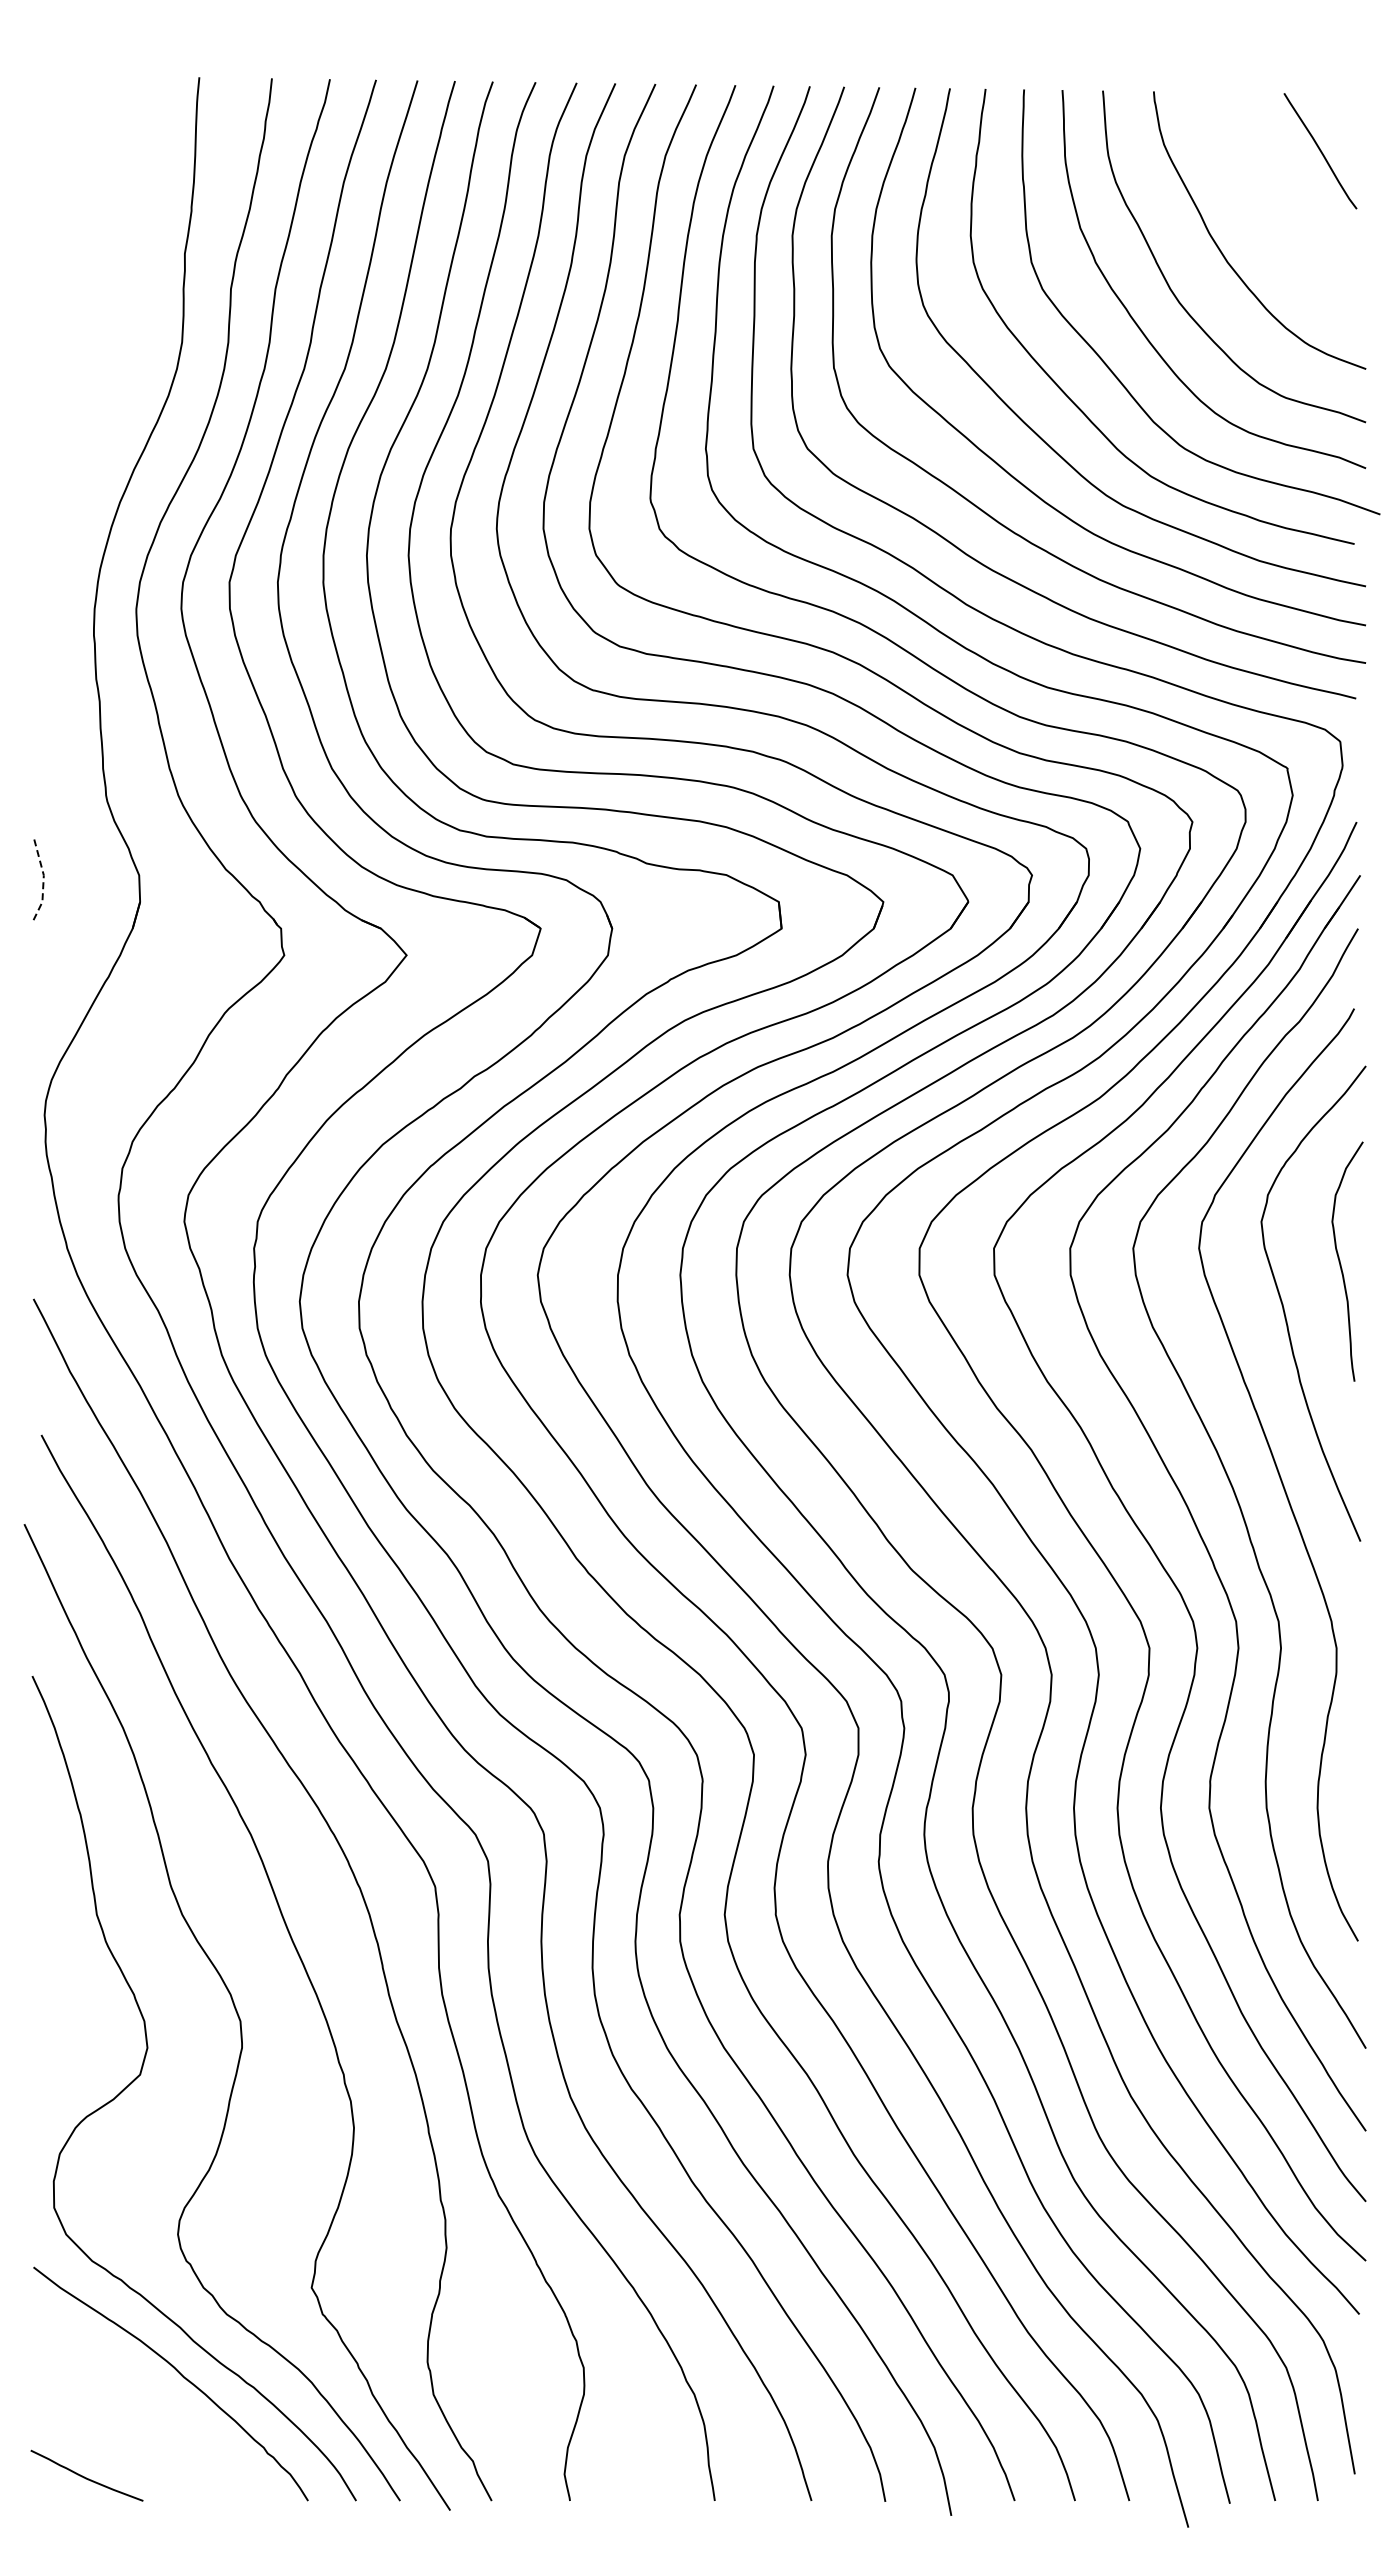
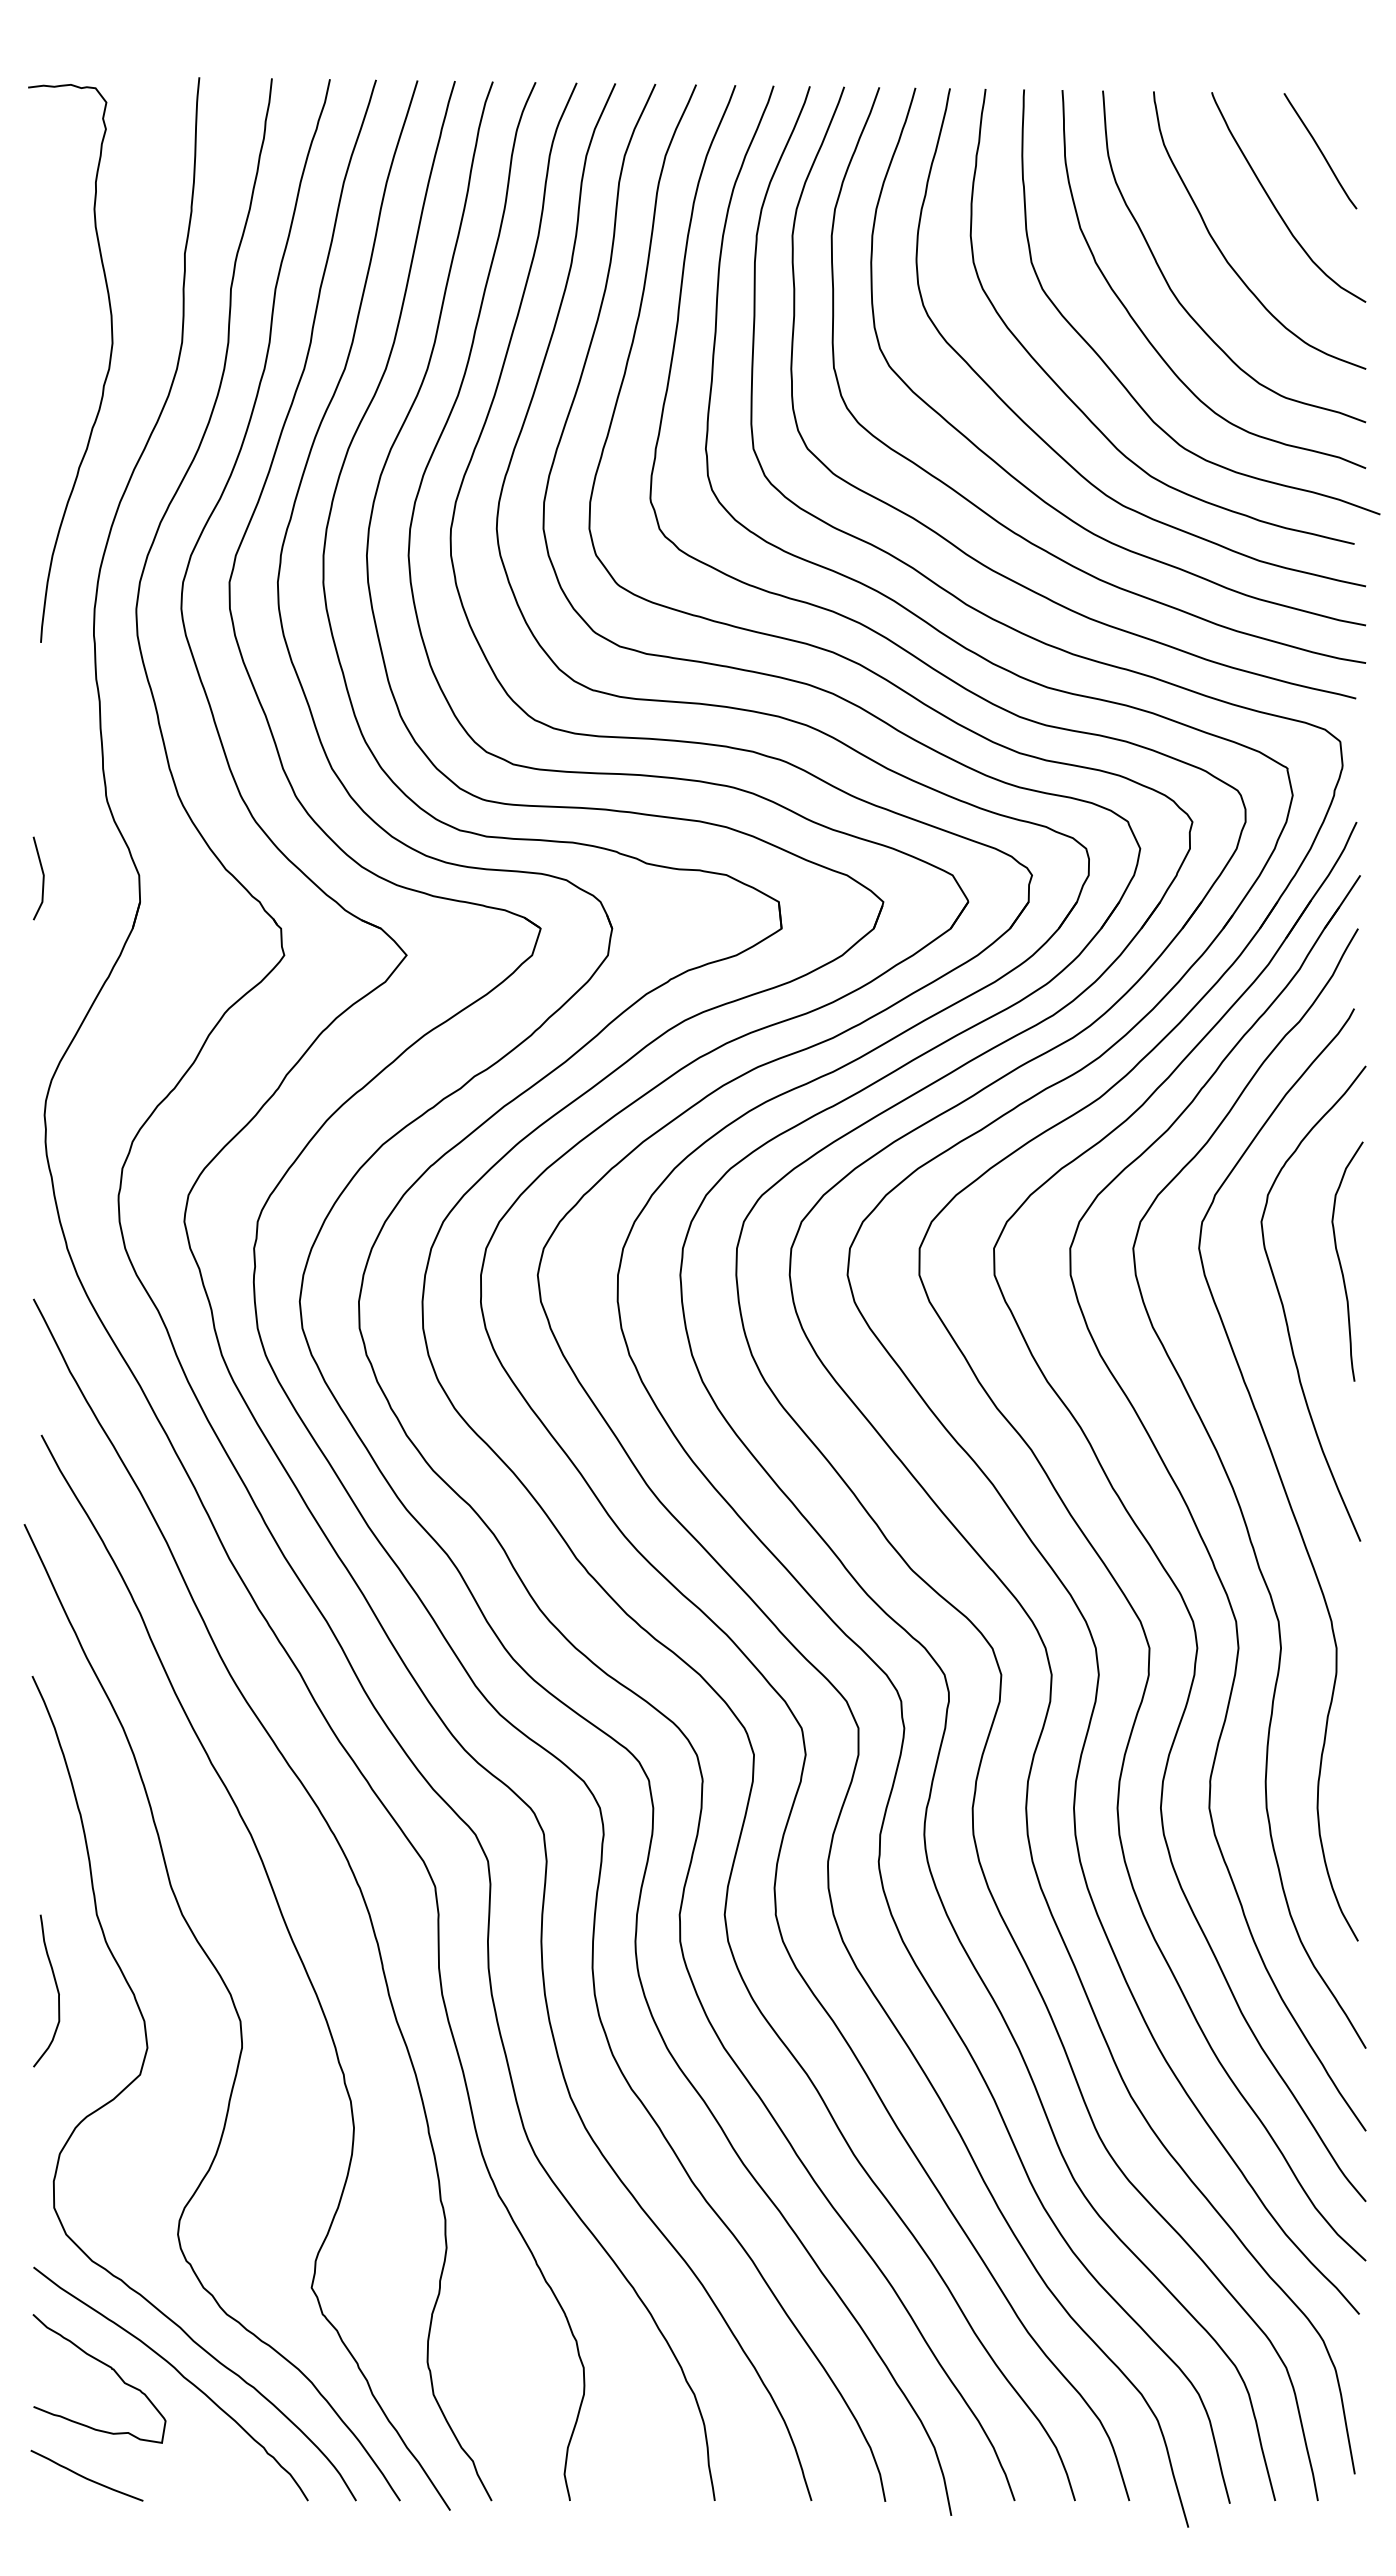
curve at (1276, 207): none -> present
curve at (105, 376): none -> present
line at (43, 879): dashed -> solid
curve at (56, 1989): none -> present
curve at (108, 2367): none -> present
